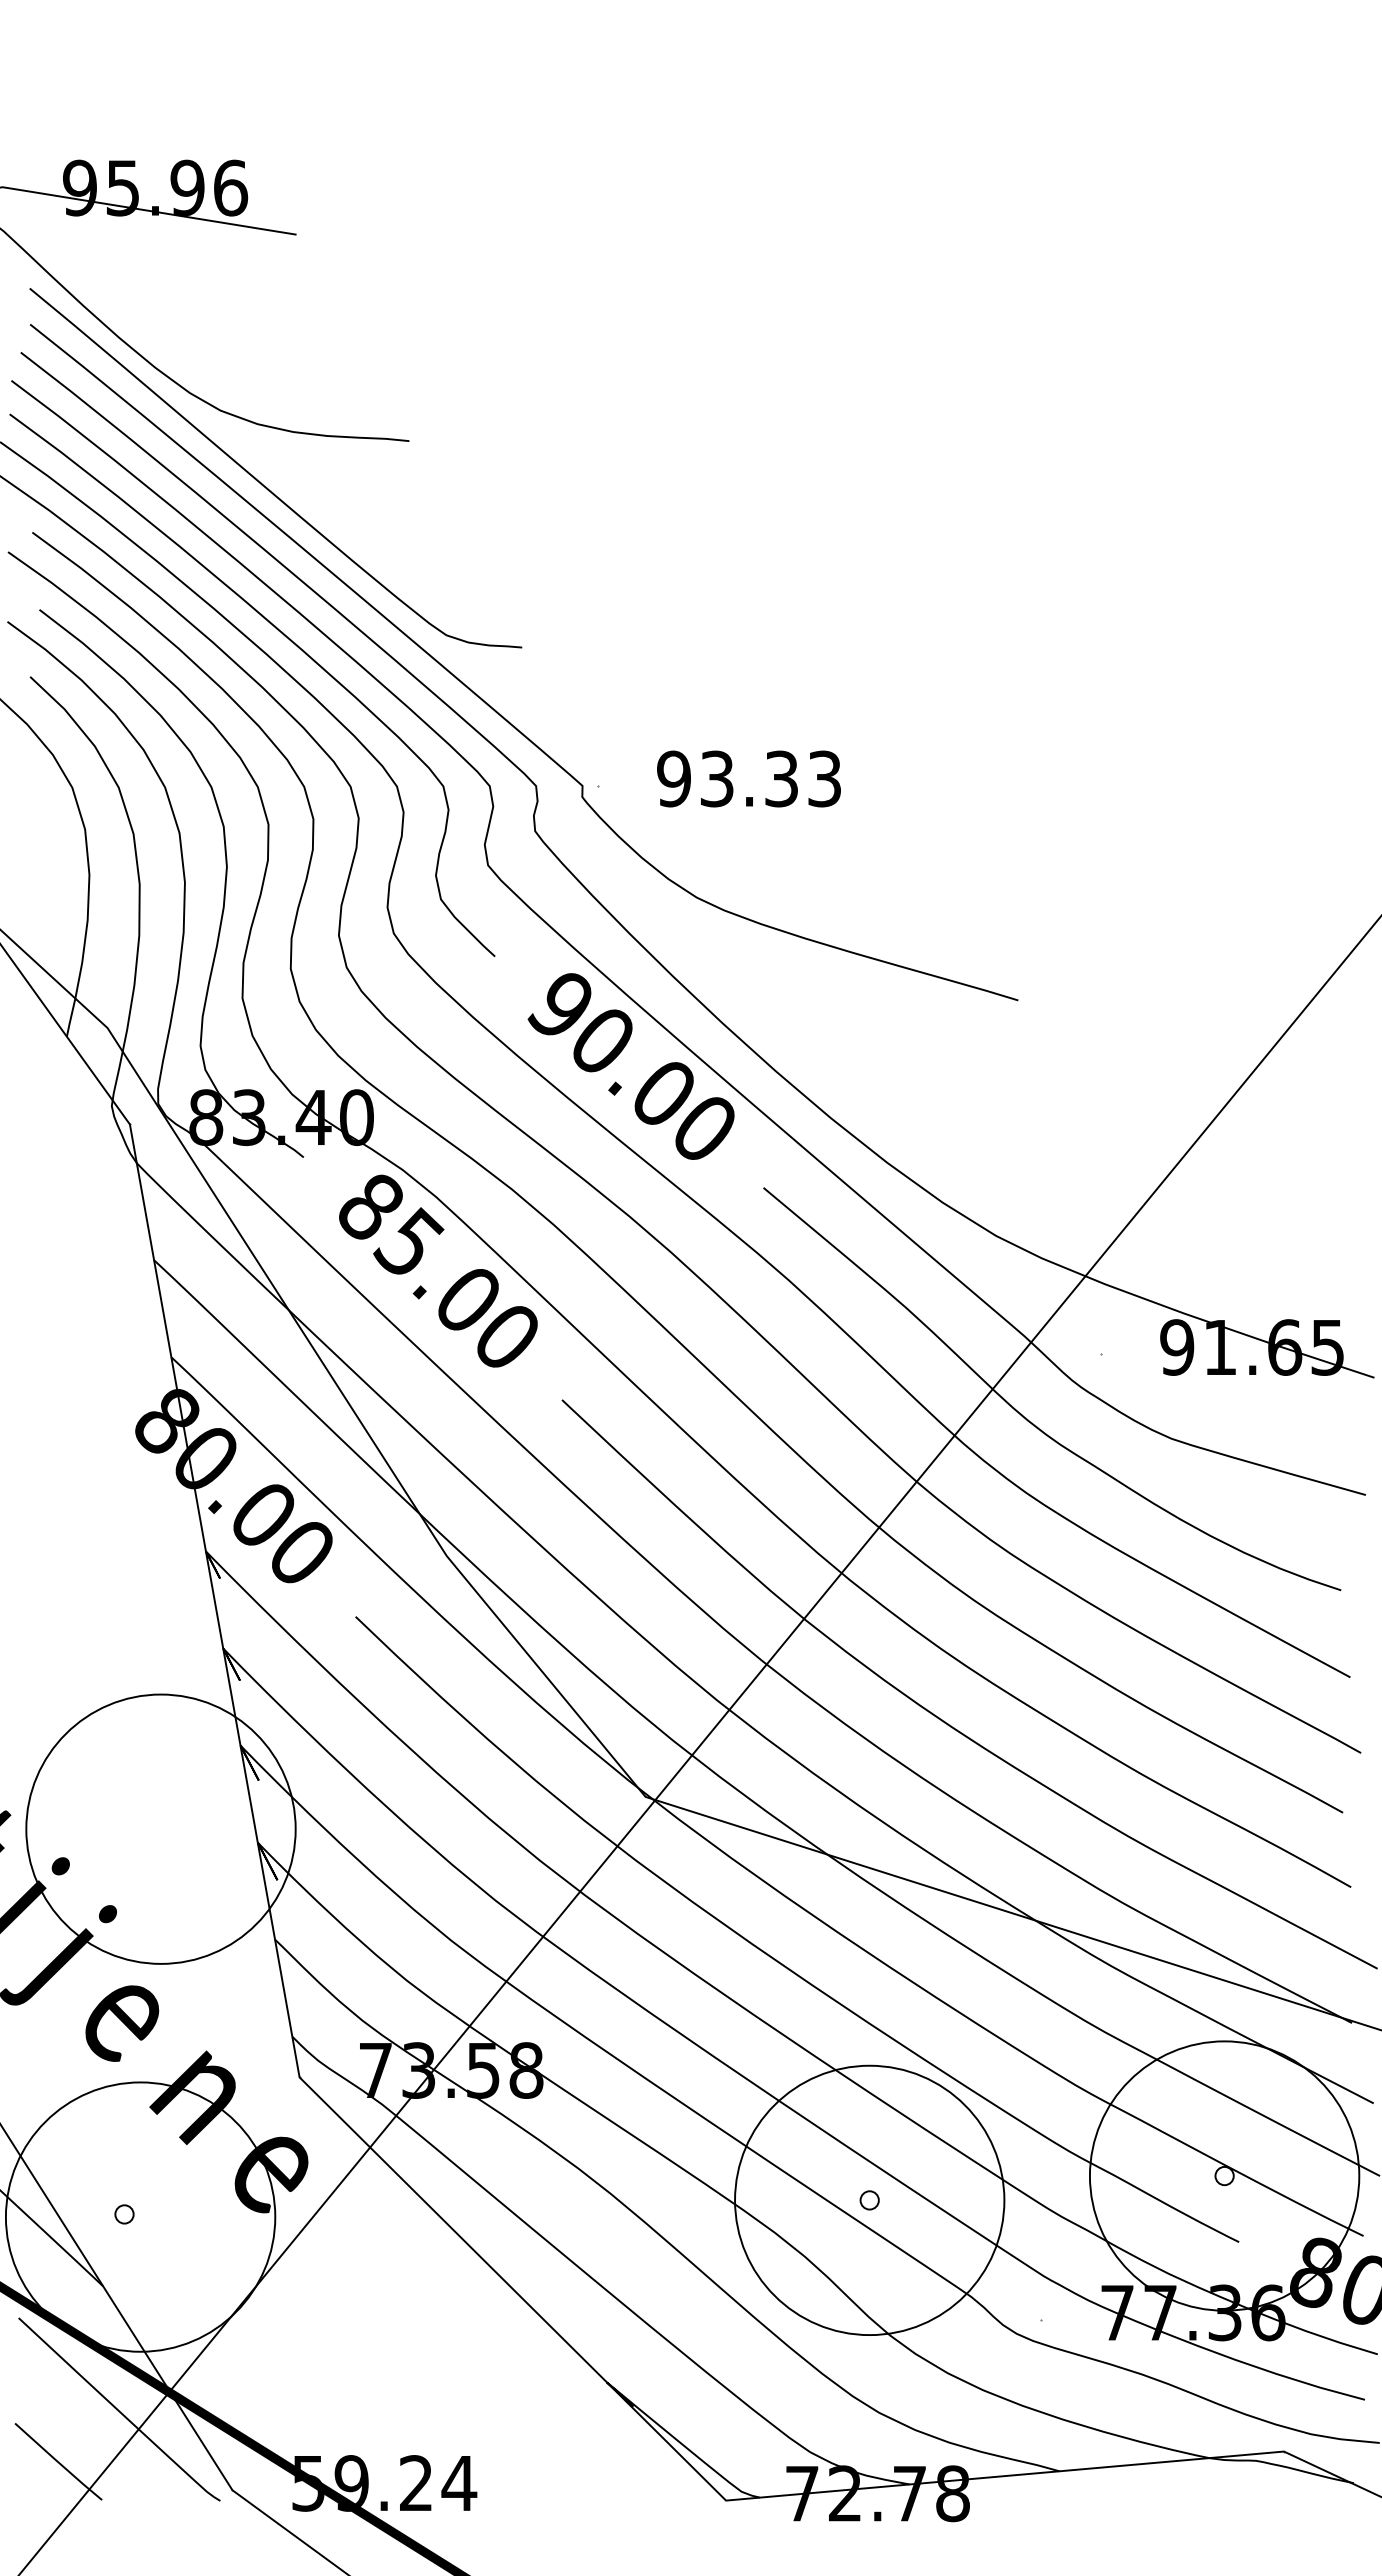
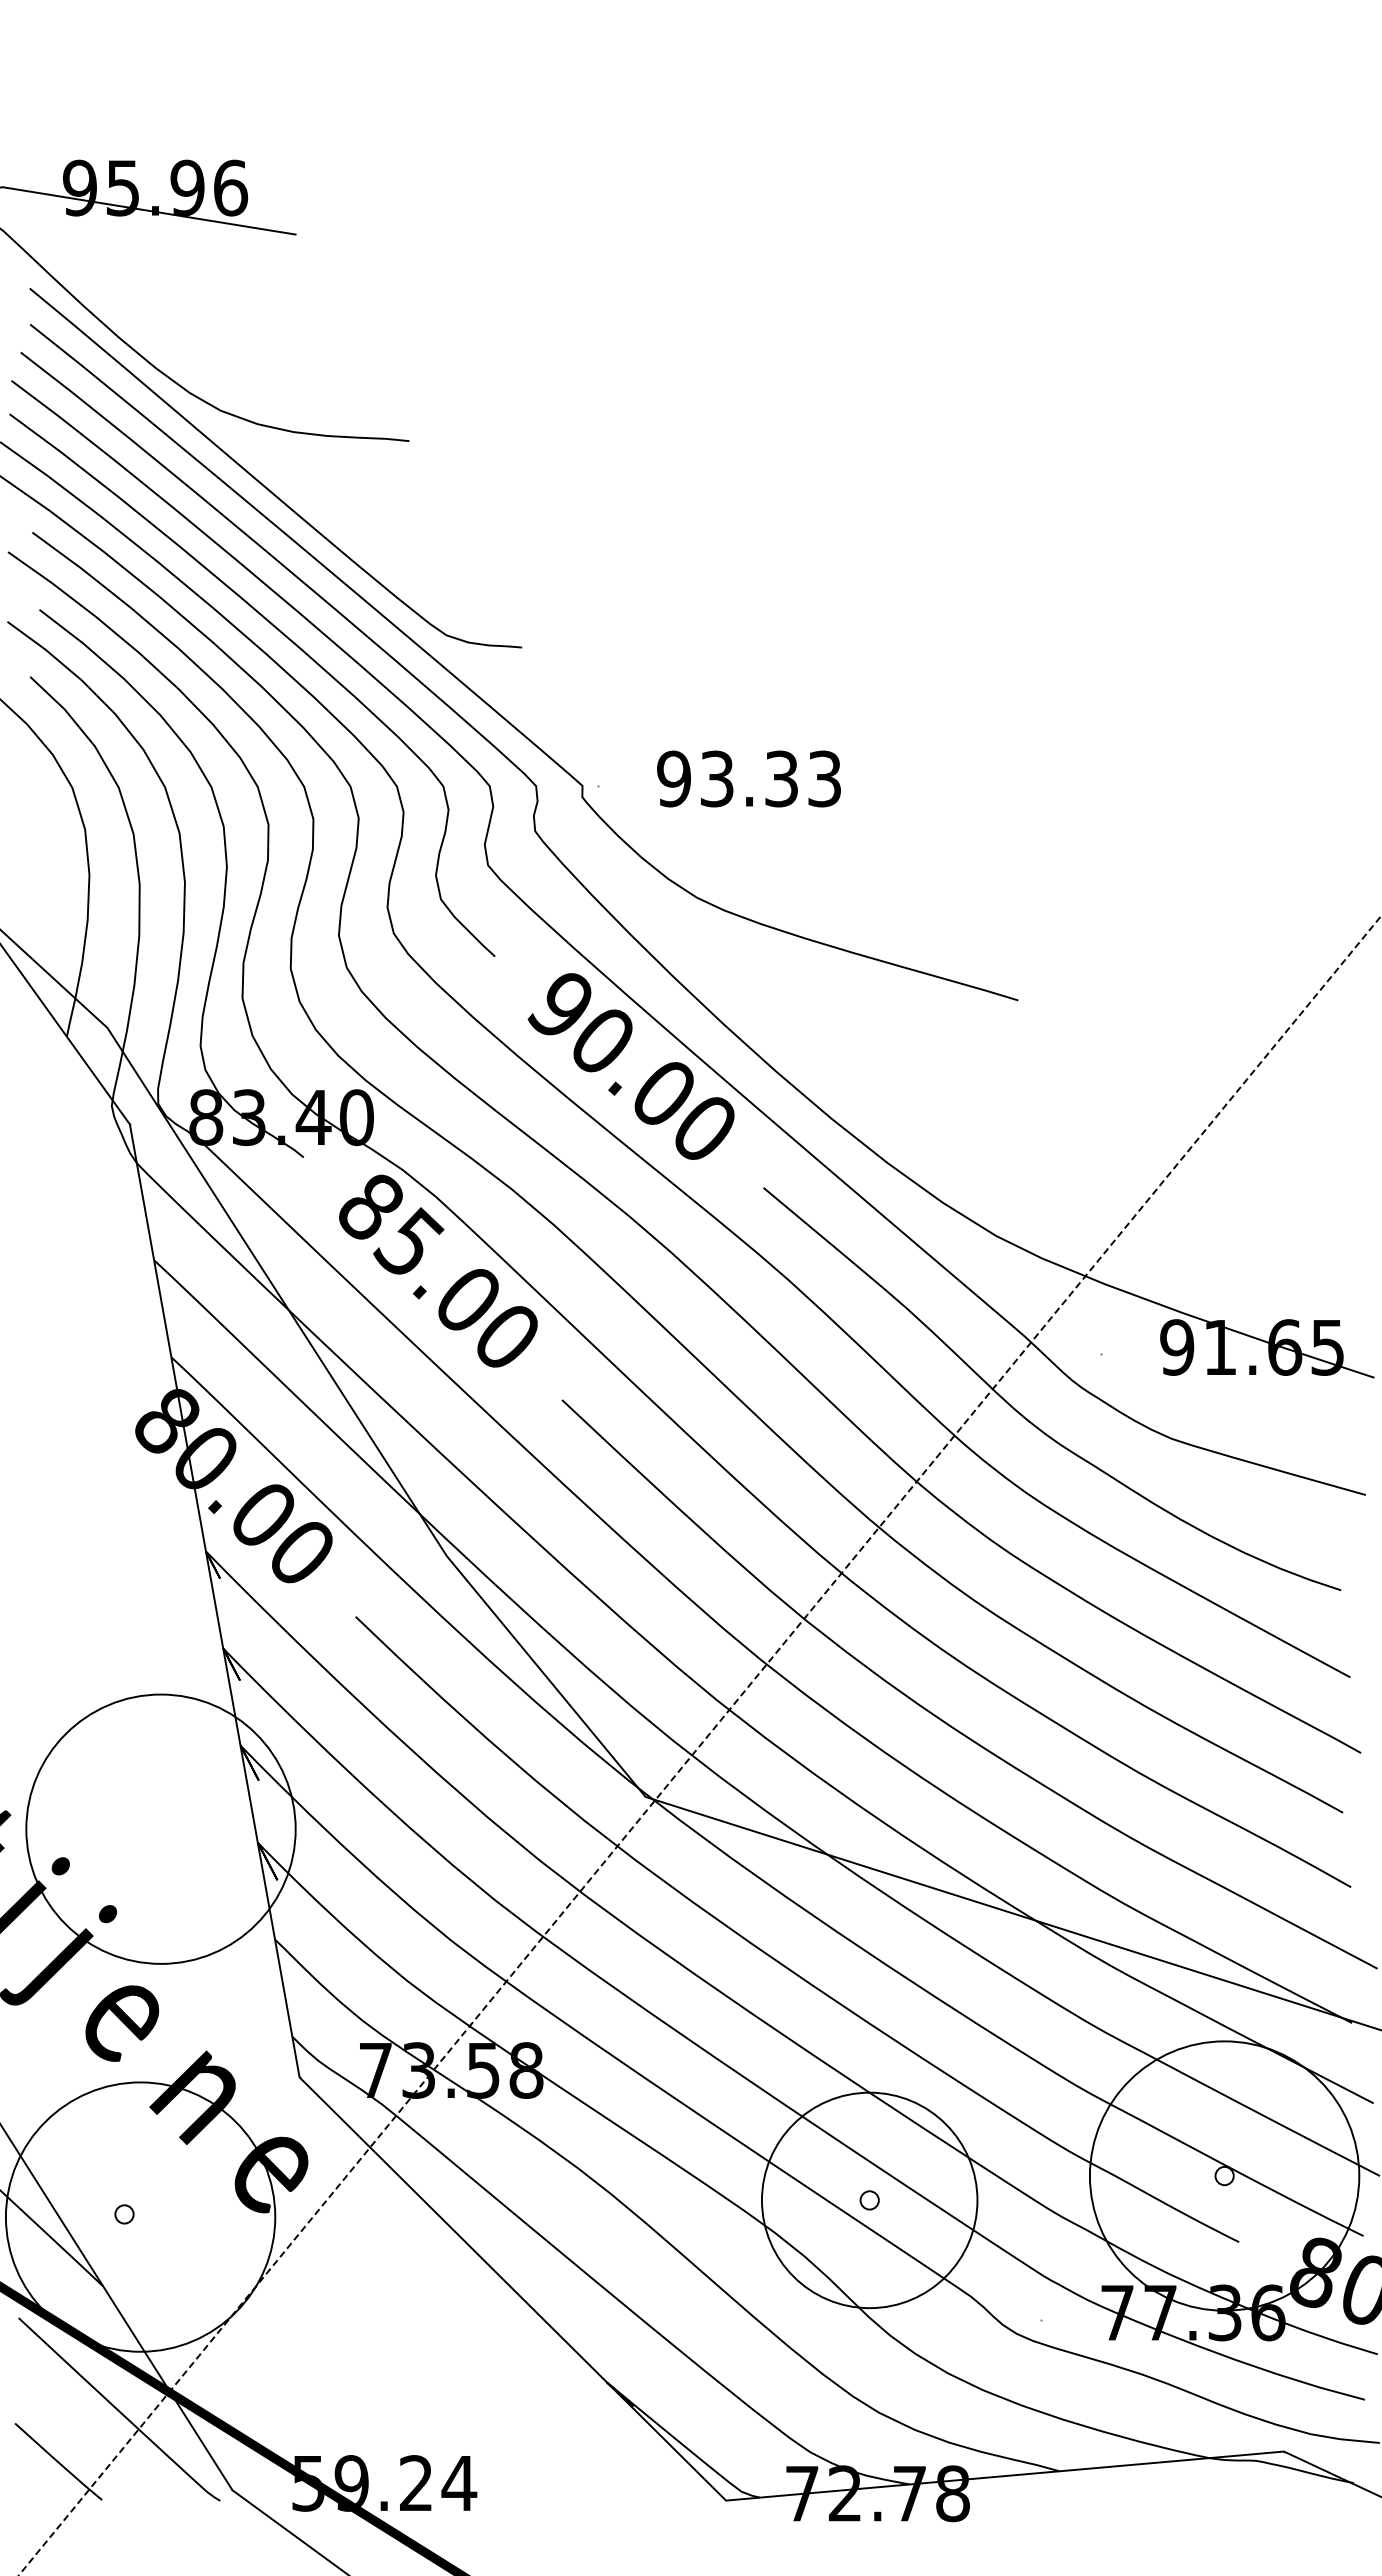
line at (699, 1745): solid -> dashed
circle at (869, 2200) diameter: 269 px -> 215 px
